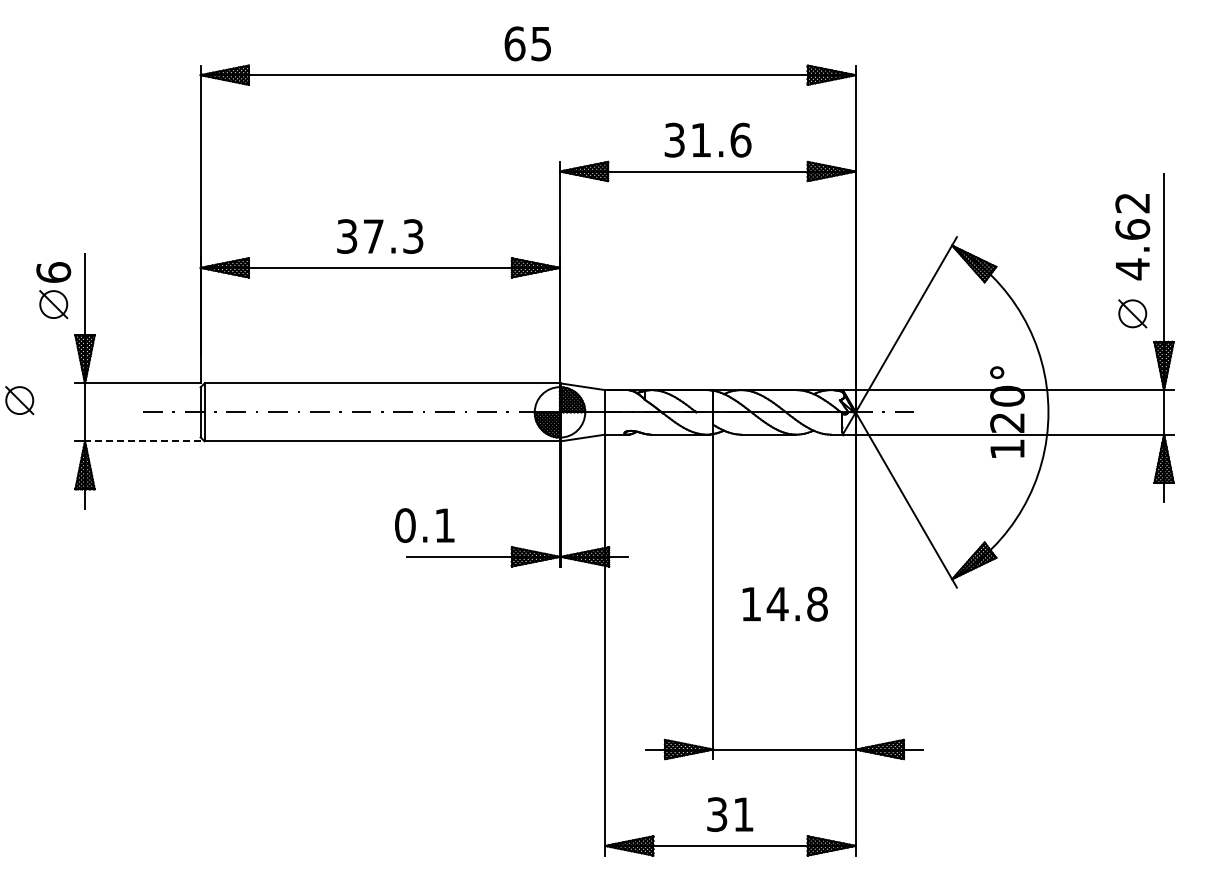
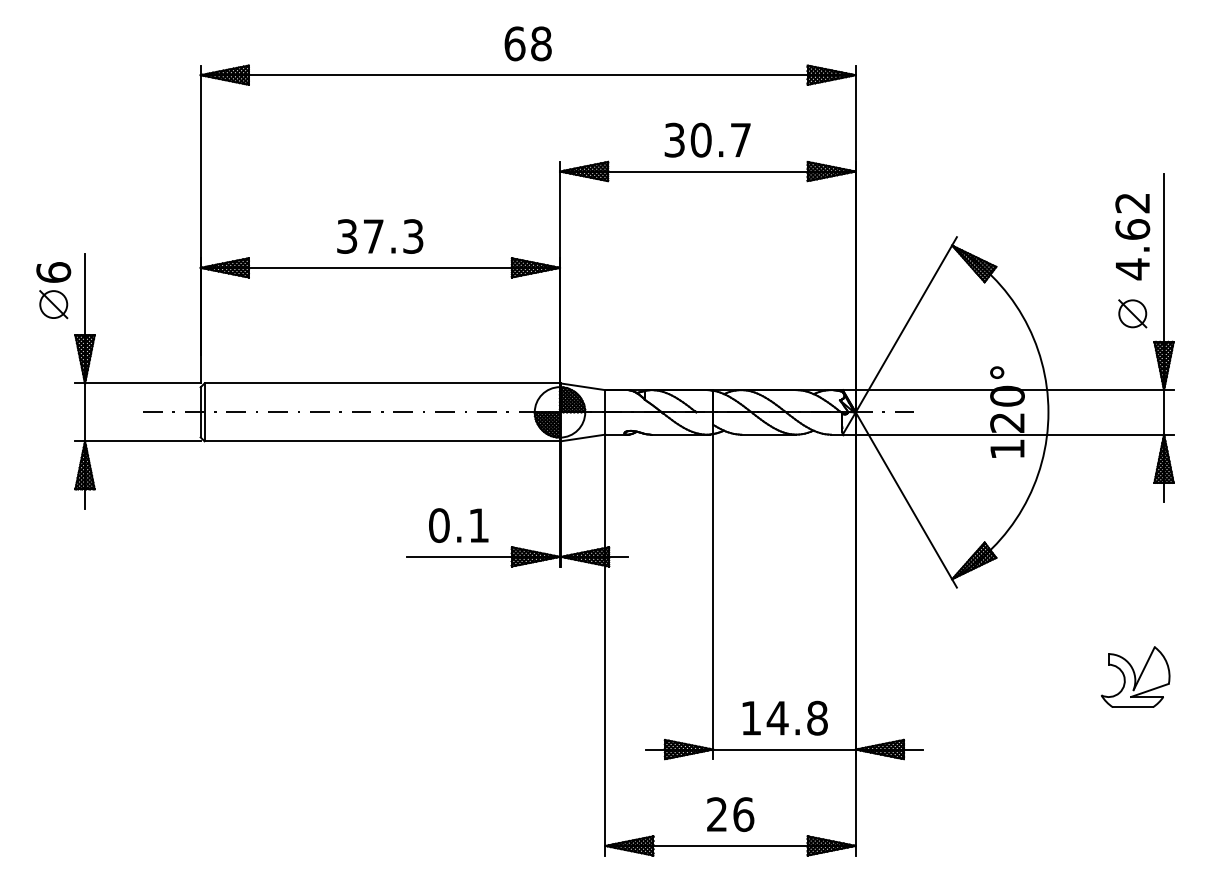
text at (541, 43): 65 -> 68
text at (720, 139): 31.6 -> 30.7
part at (19, 400): present -> none
line at (142, 441): dashed -> solid
text at (424, 525) position: (424, 525) -> (458, 525)
text at (784, 603) position: (784, 603) -> (784, 717)
part at (1135, 676): none -> present
text at (730, 814): 31 -> 26
